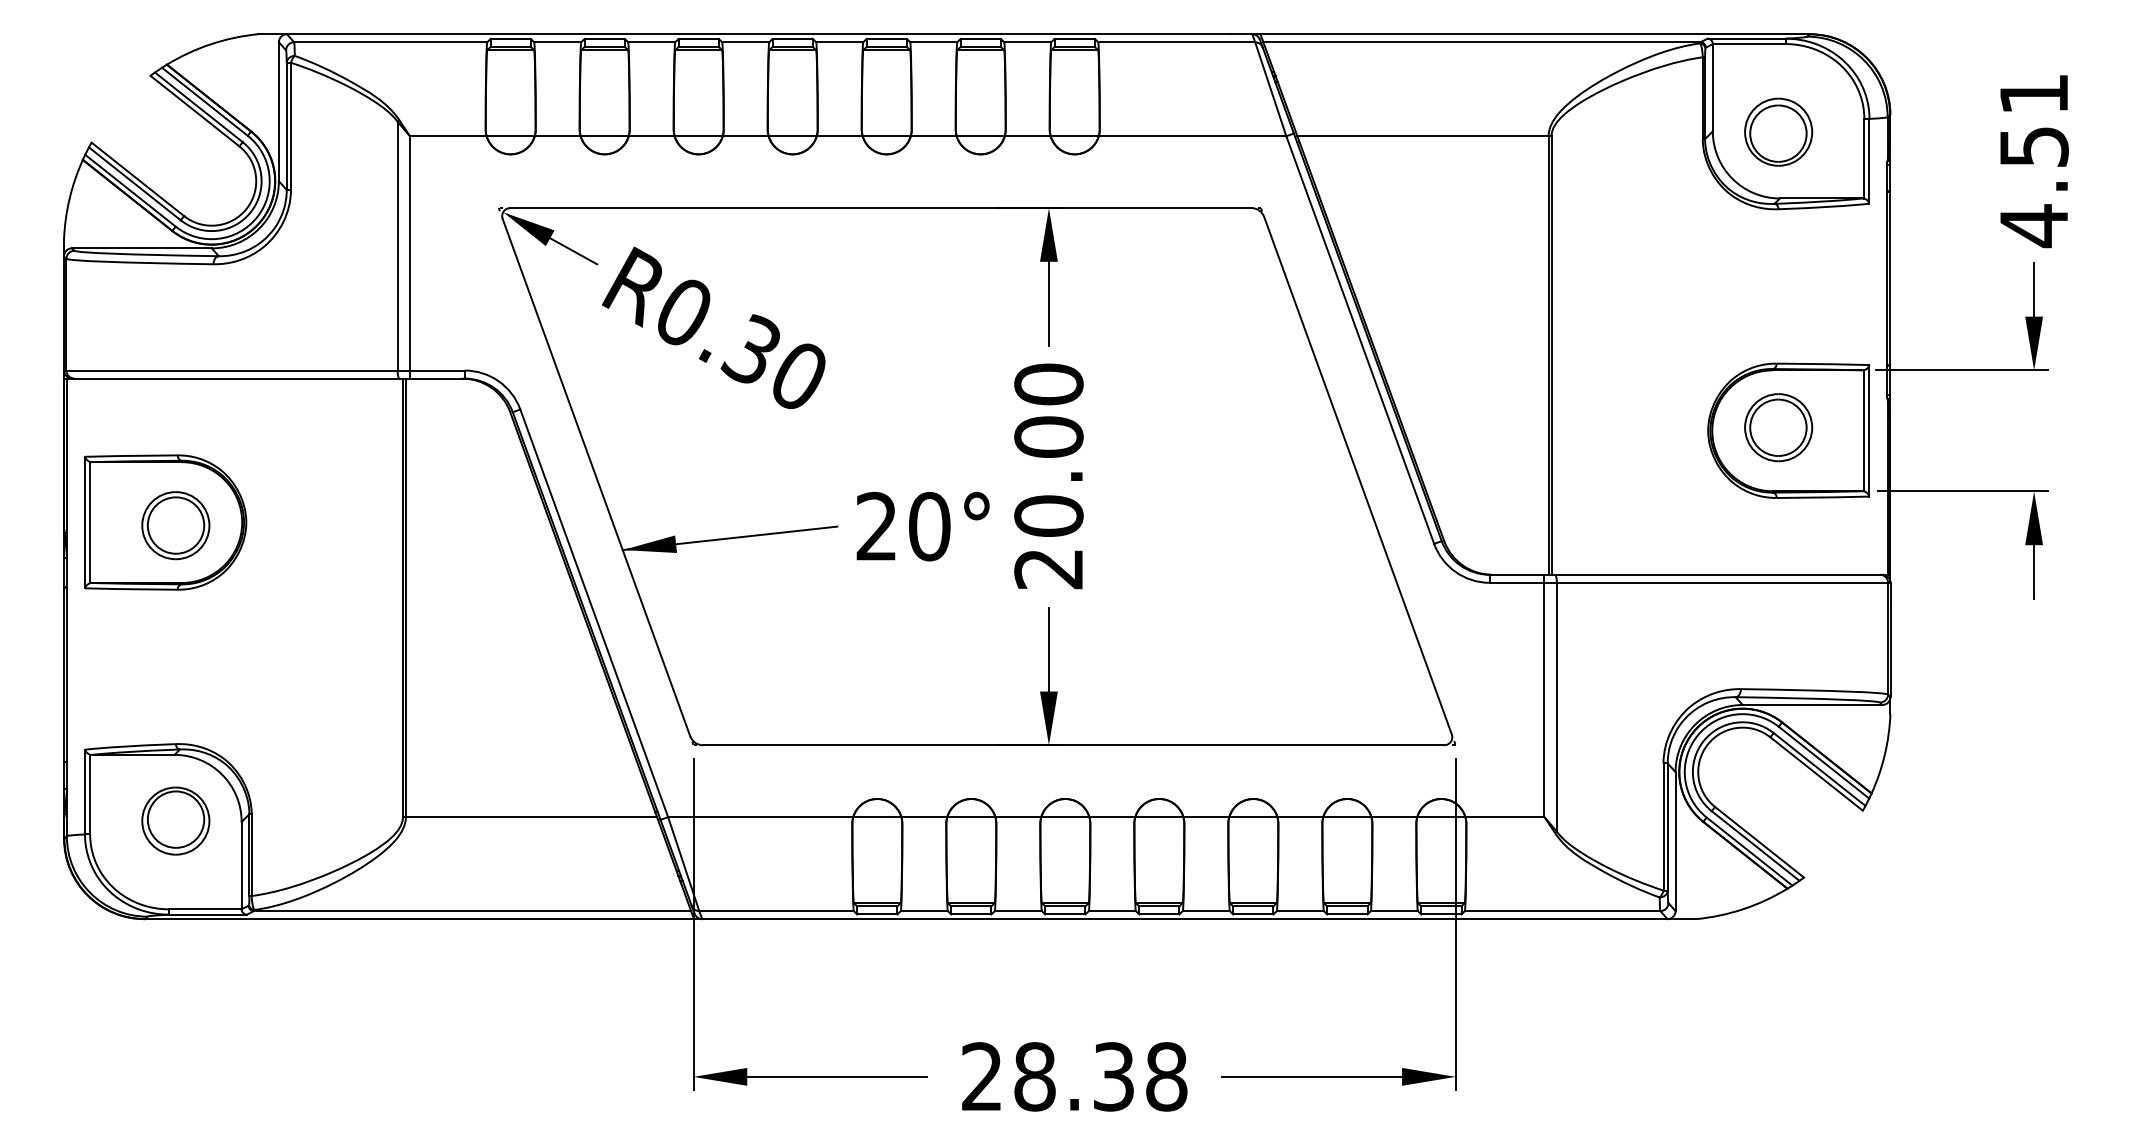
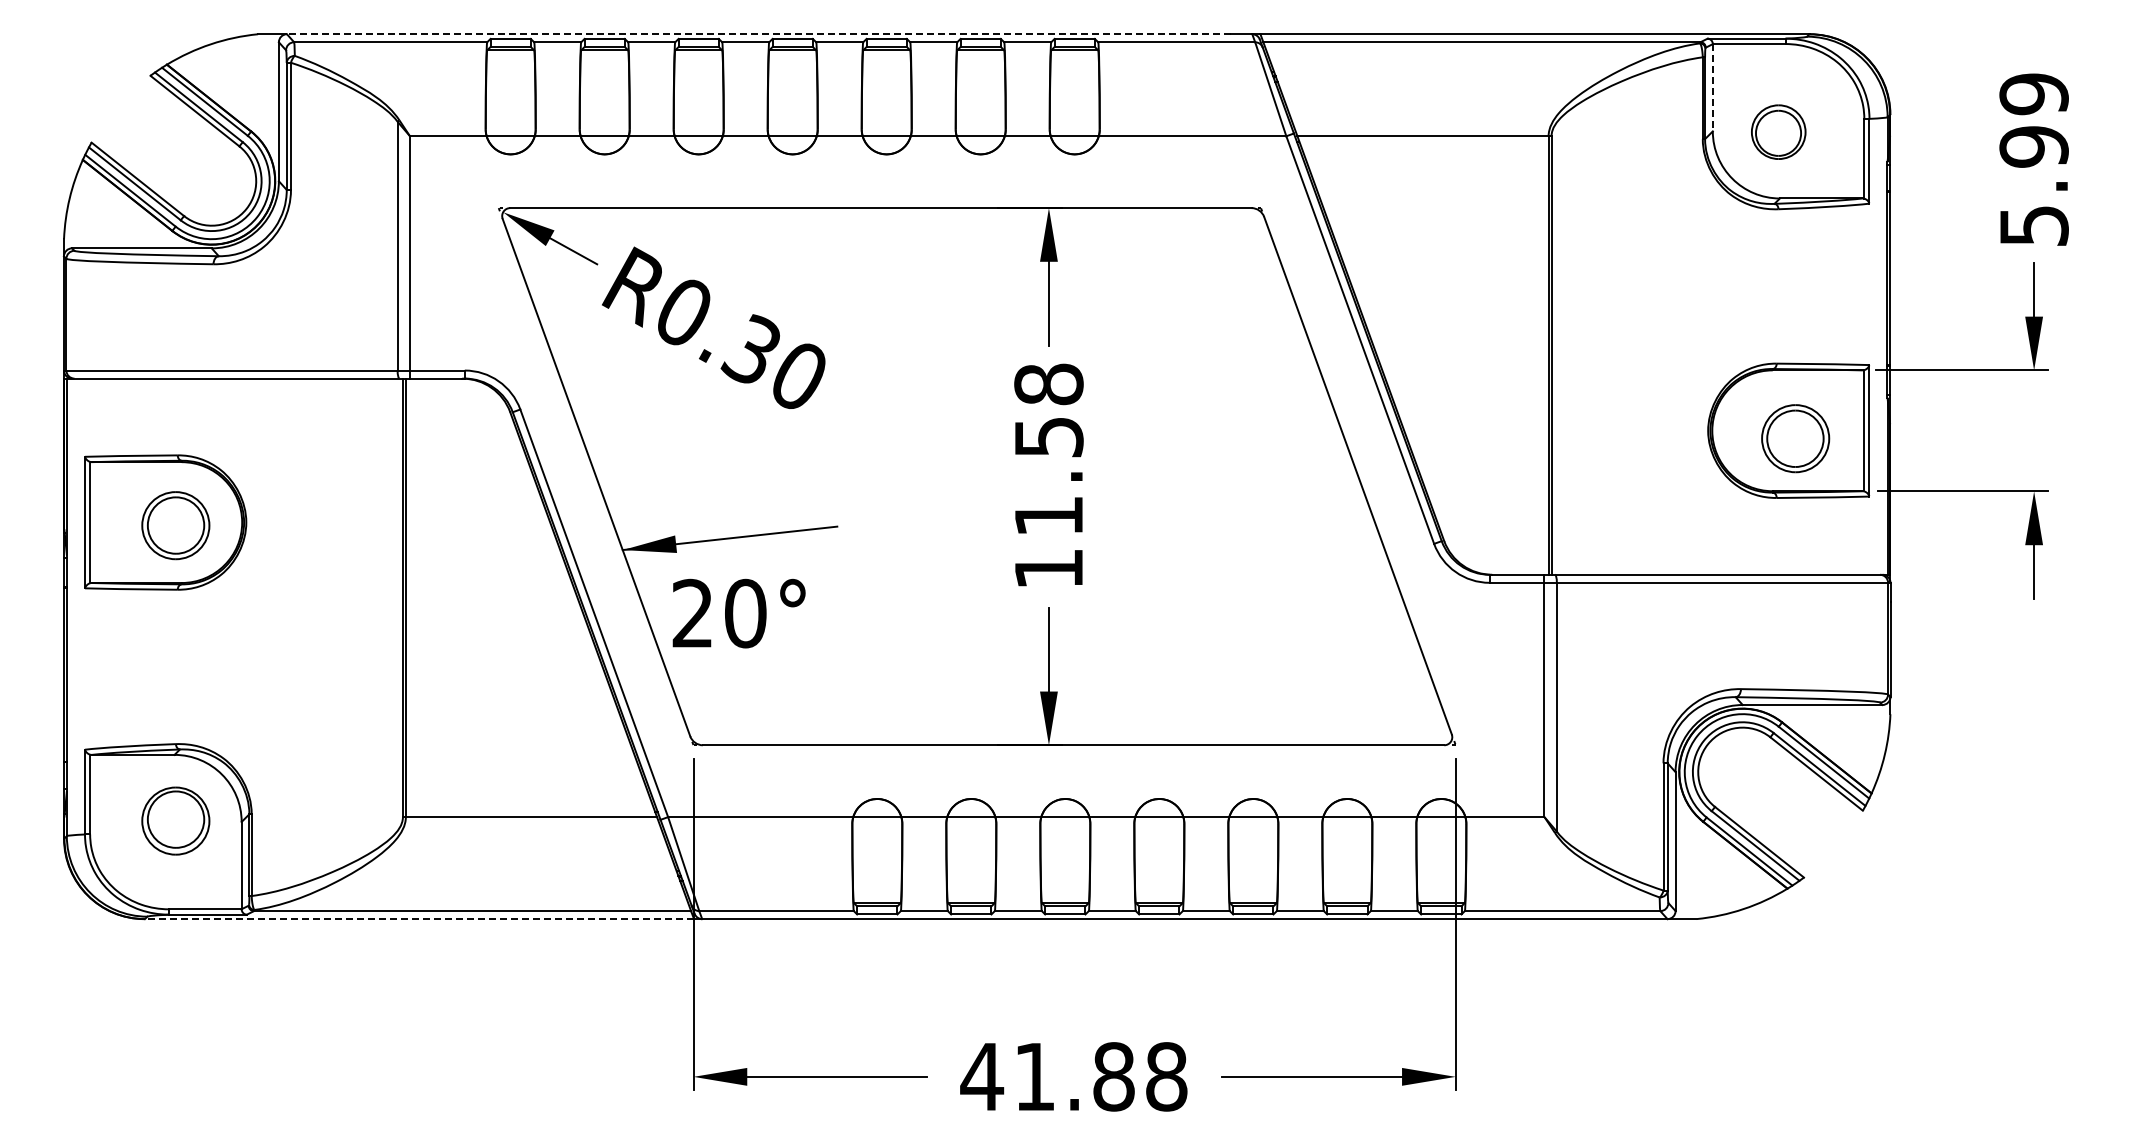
line at (758, 34): solid -> dashed
line at (1712, 87): solid -> dashed
part at (1778, 131) size: 70x70 px -> 56x56 px
text at (2033, 160): 4.51 -> 5.99
part at (1778, 427) position: (1778, 427) -> (1795, 438)
text at (1048, 476): 20.00 -> 11.58
text at (922, 526) position: (922, 526) -> (738, 613)
line at (419, 919): solid -> dashed
text at (1047, 1076): 28.38 -> 41.88
